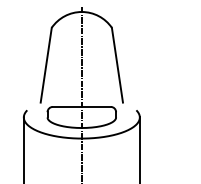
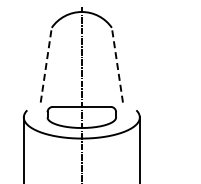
line at (46, 65): solid -> dashed
line at (117, 65): solid -> dashed
